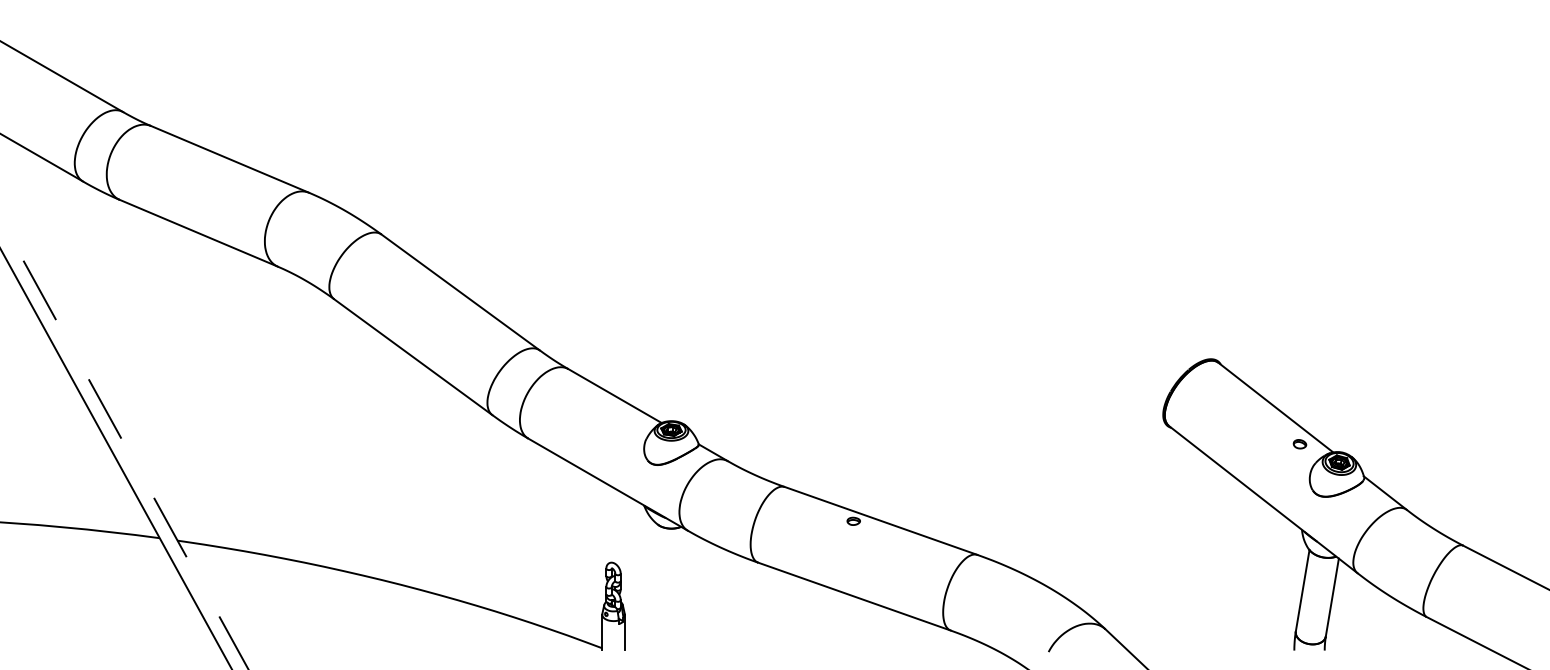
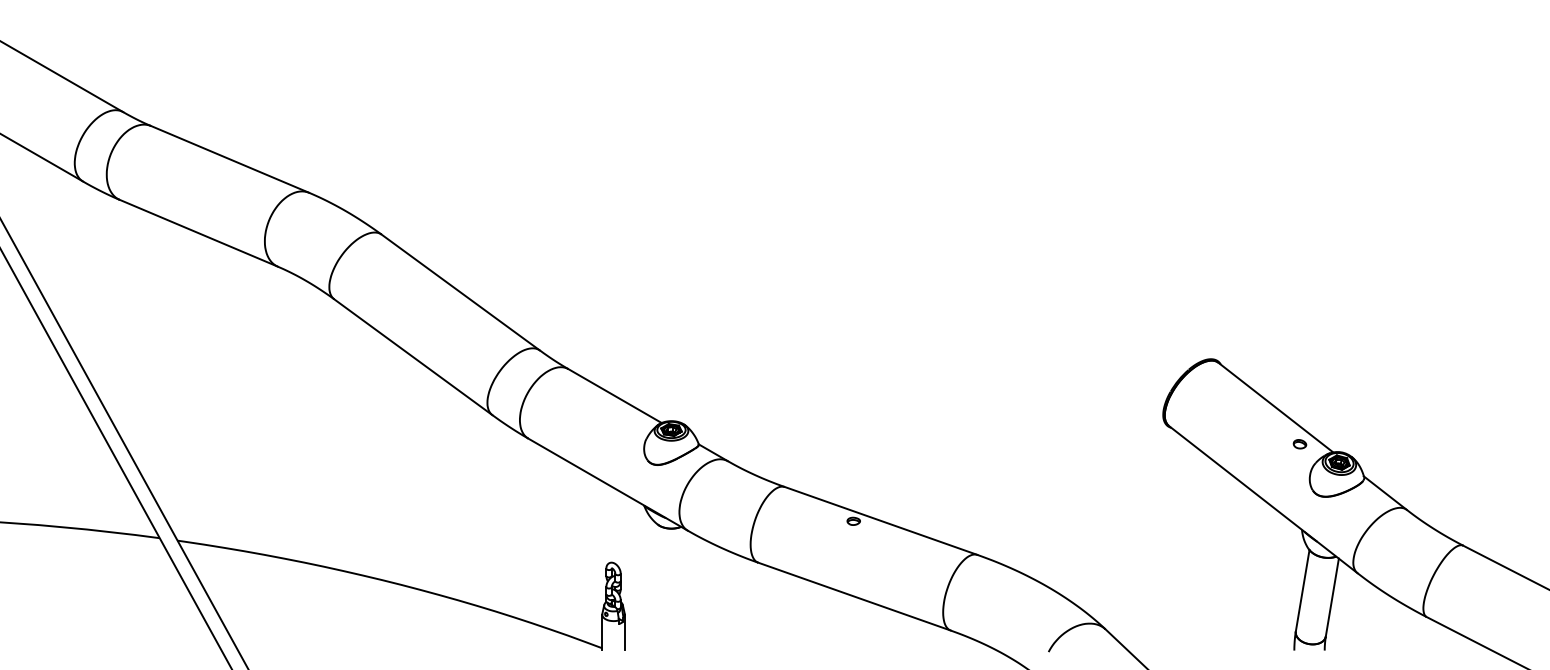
line at (124, 443): dashed -> solid
